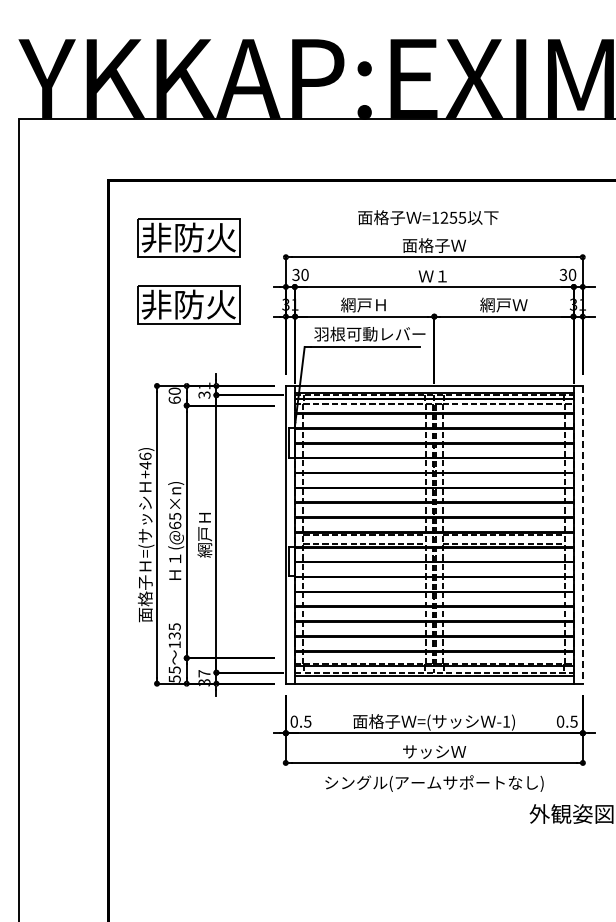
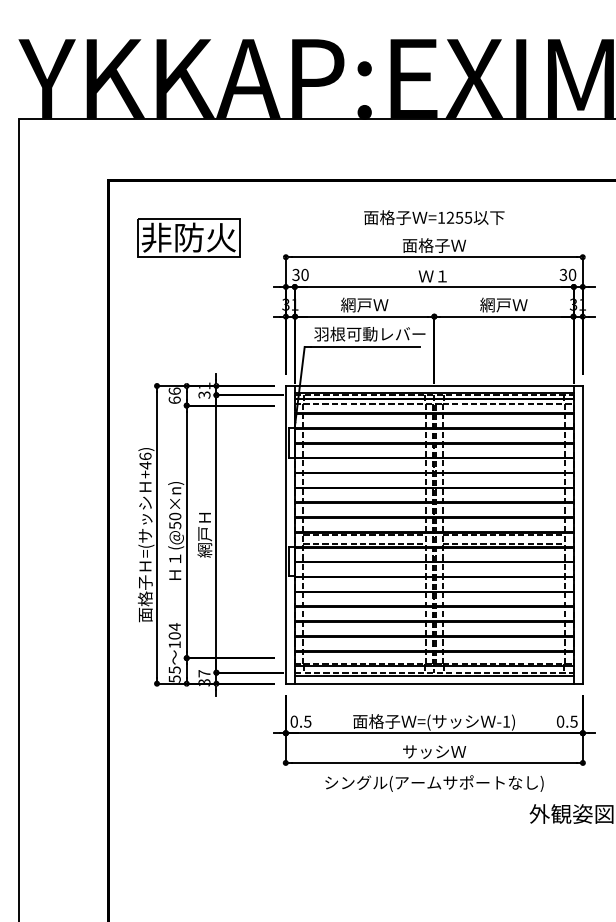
text at (428, 217) position: (428, 217) -> (434, 217)
part at (188, 304): present -> none
text at (380, 304): 網戸Ｈ -> 網戸Ｗ
text at (174, 390): 60 -> 66
text at (175, 520): (@65×n) -> (@50×n)
line at (582, 534): dashed -> solid
text at (174, 631): 135 -> 104
